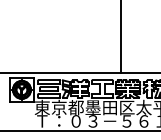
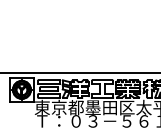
line at (121, 37): present -> none
line at (79, 131): present -> none
